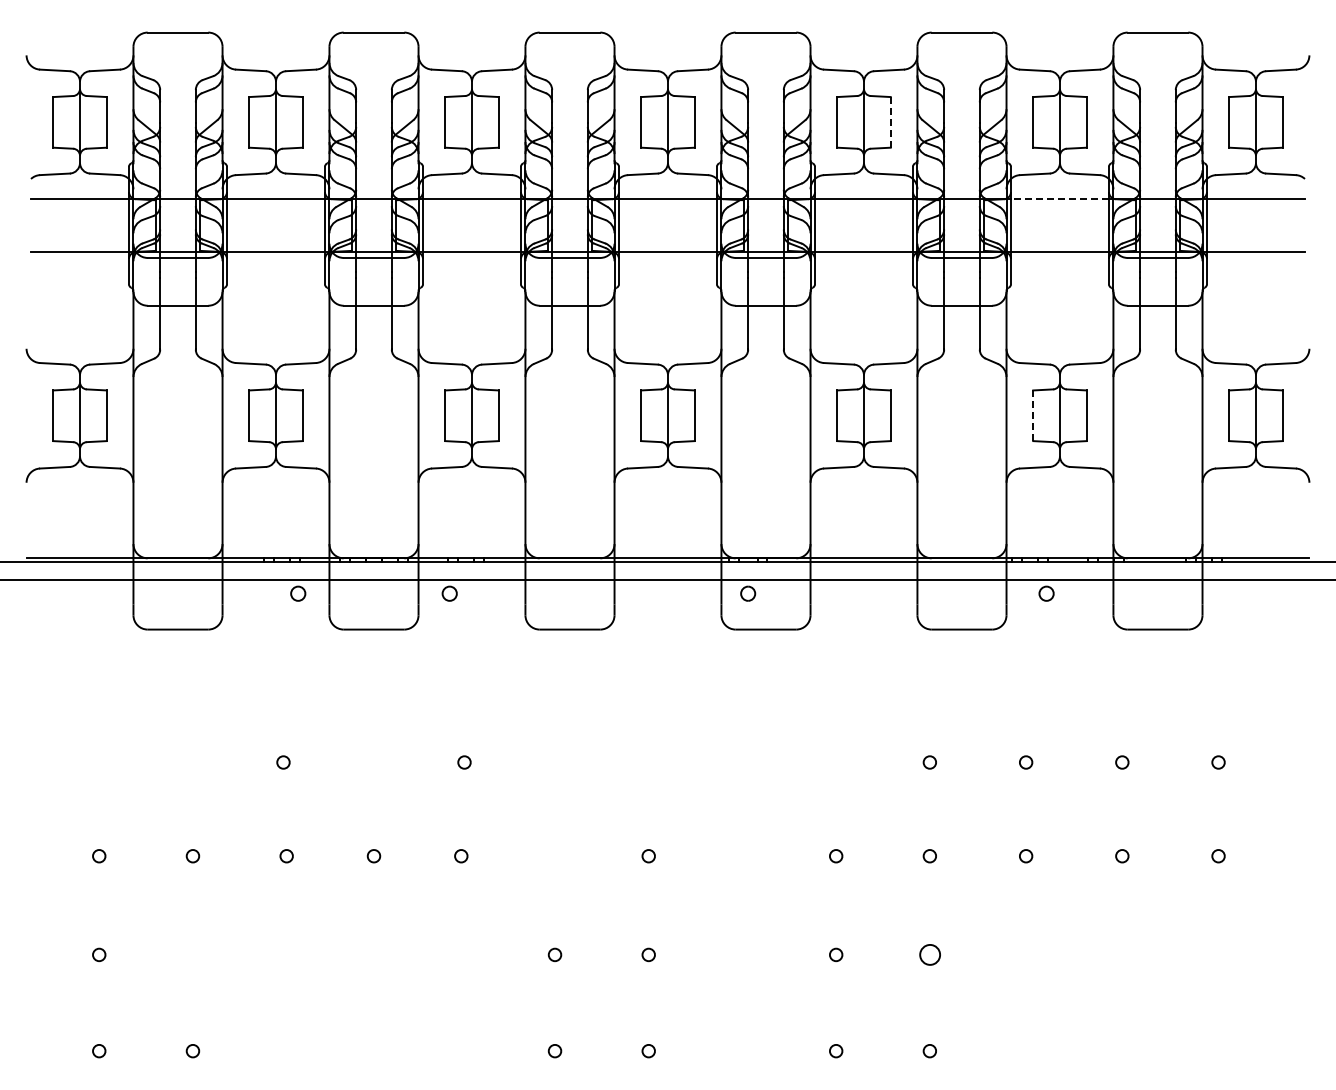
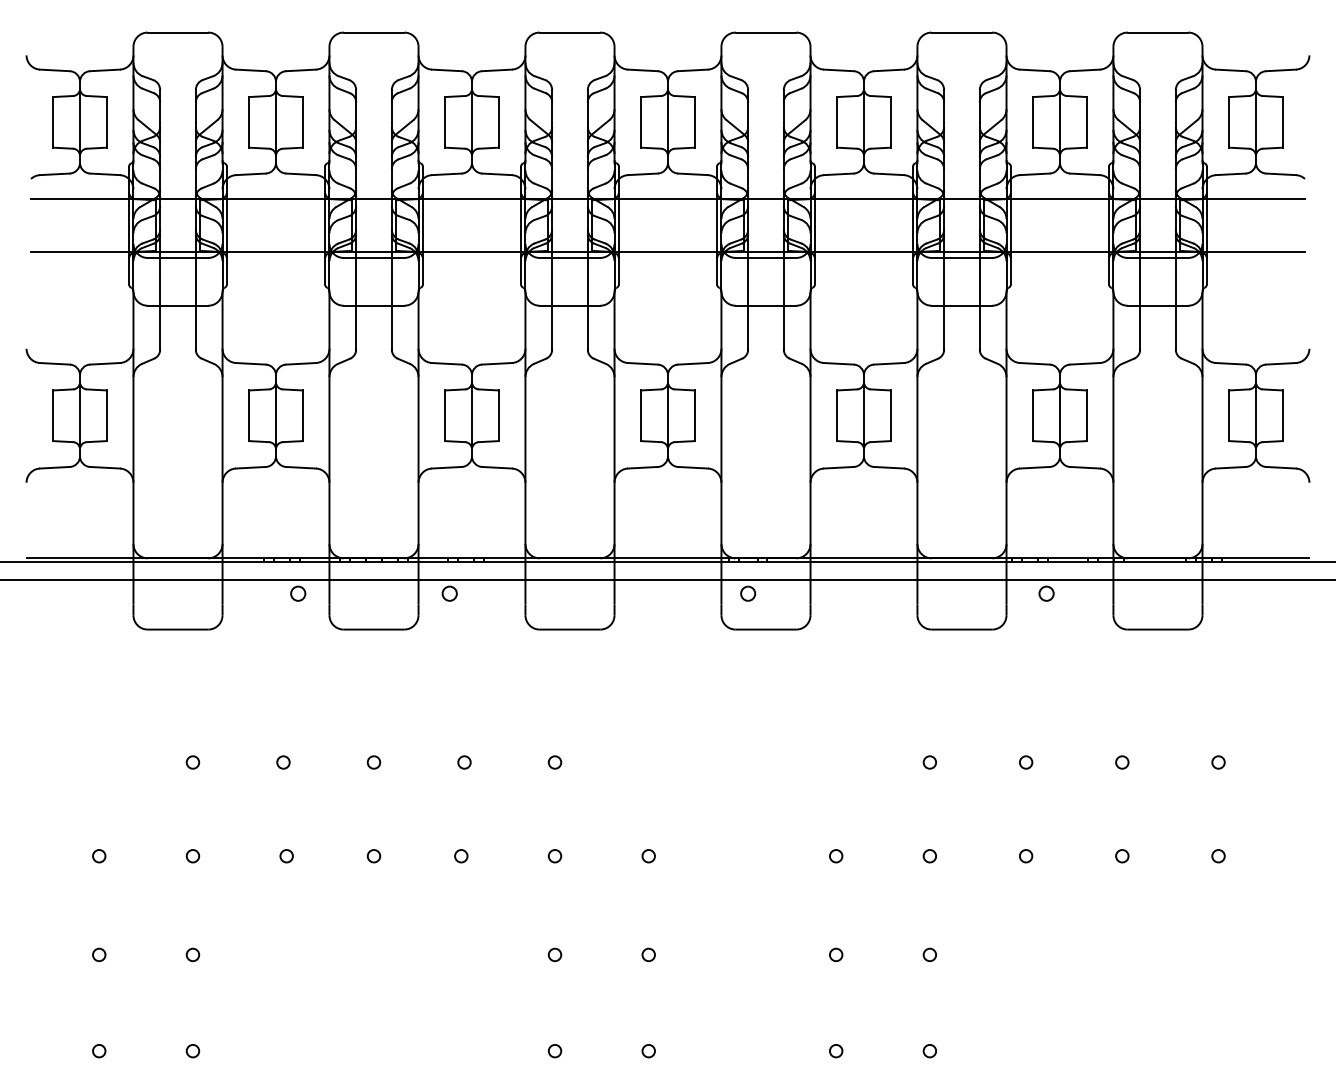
line at (890, 122): dashed -> solid
line at (1059, 198): dashed -> solid
line at (1033, 416): dashed -> solid
circle at (192, 762): none -> present
part at (373, 762): none -> present
circle at (554, 762): none -> present
circle at (554, 856): none -> present
circle at (192, 954): none -> present
circle at (929, 954) size: 22x22 px -> 15x16 px
